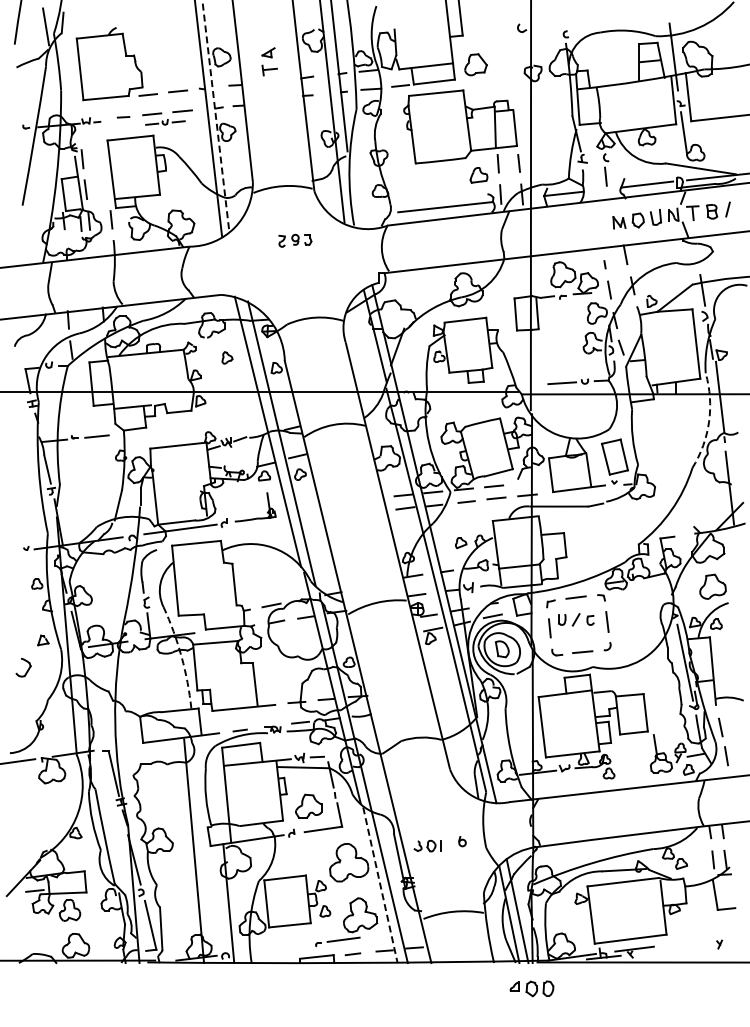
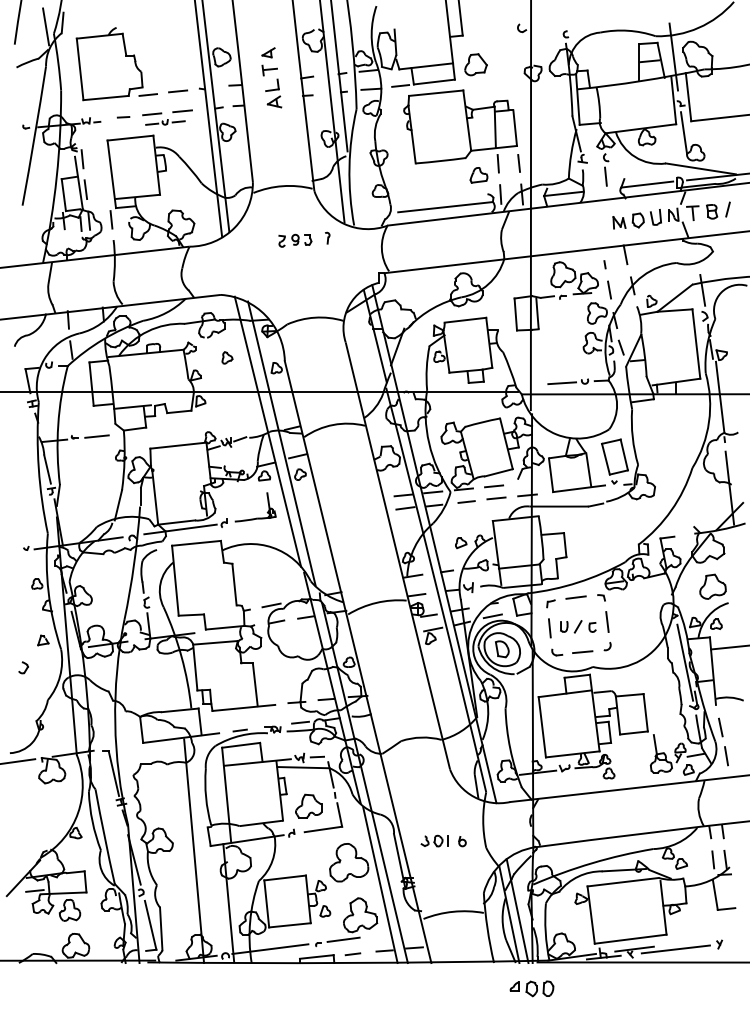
part at (273, 93): none -> present
line at (215, 116): dashed -> solid
part at (327, 237): none -> present
arc at (709, 422): dashed -> solid
part at (576, 619) position: (576, 619) -> (578, 626)
line at (728, 647): none -> present
arc at (181, 656): dashed -> solid
part at (23, 667) size: 17x21 px -> 11x14 px
part at (427, 845) position: (427, 845) -> (434, 840)
line at (380, 885): dashed -> solid
line at (270, 948): none -> present
line at (675, 949): none -> present
